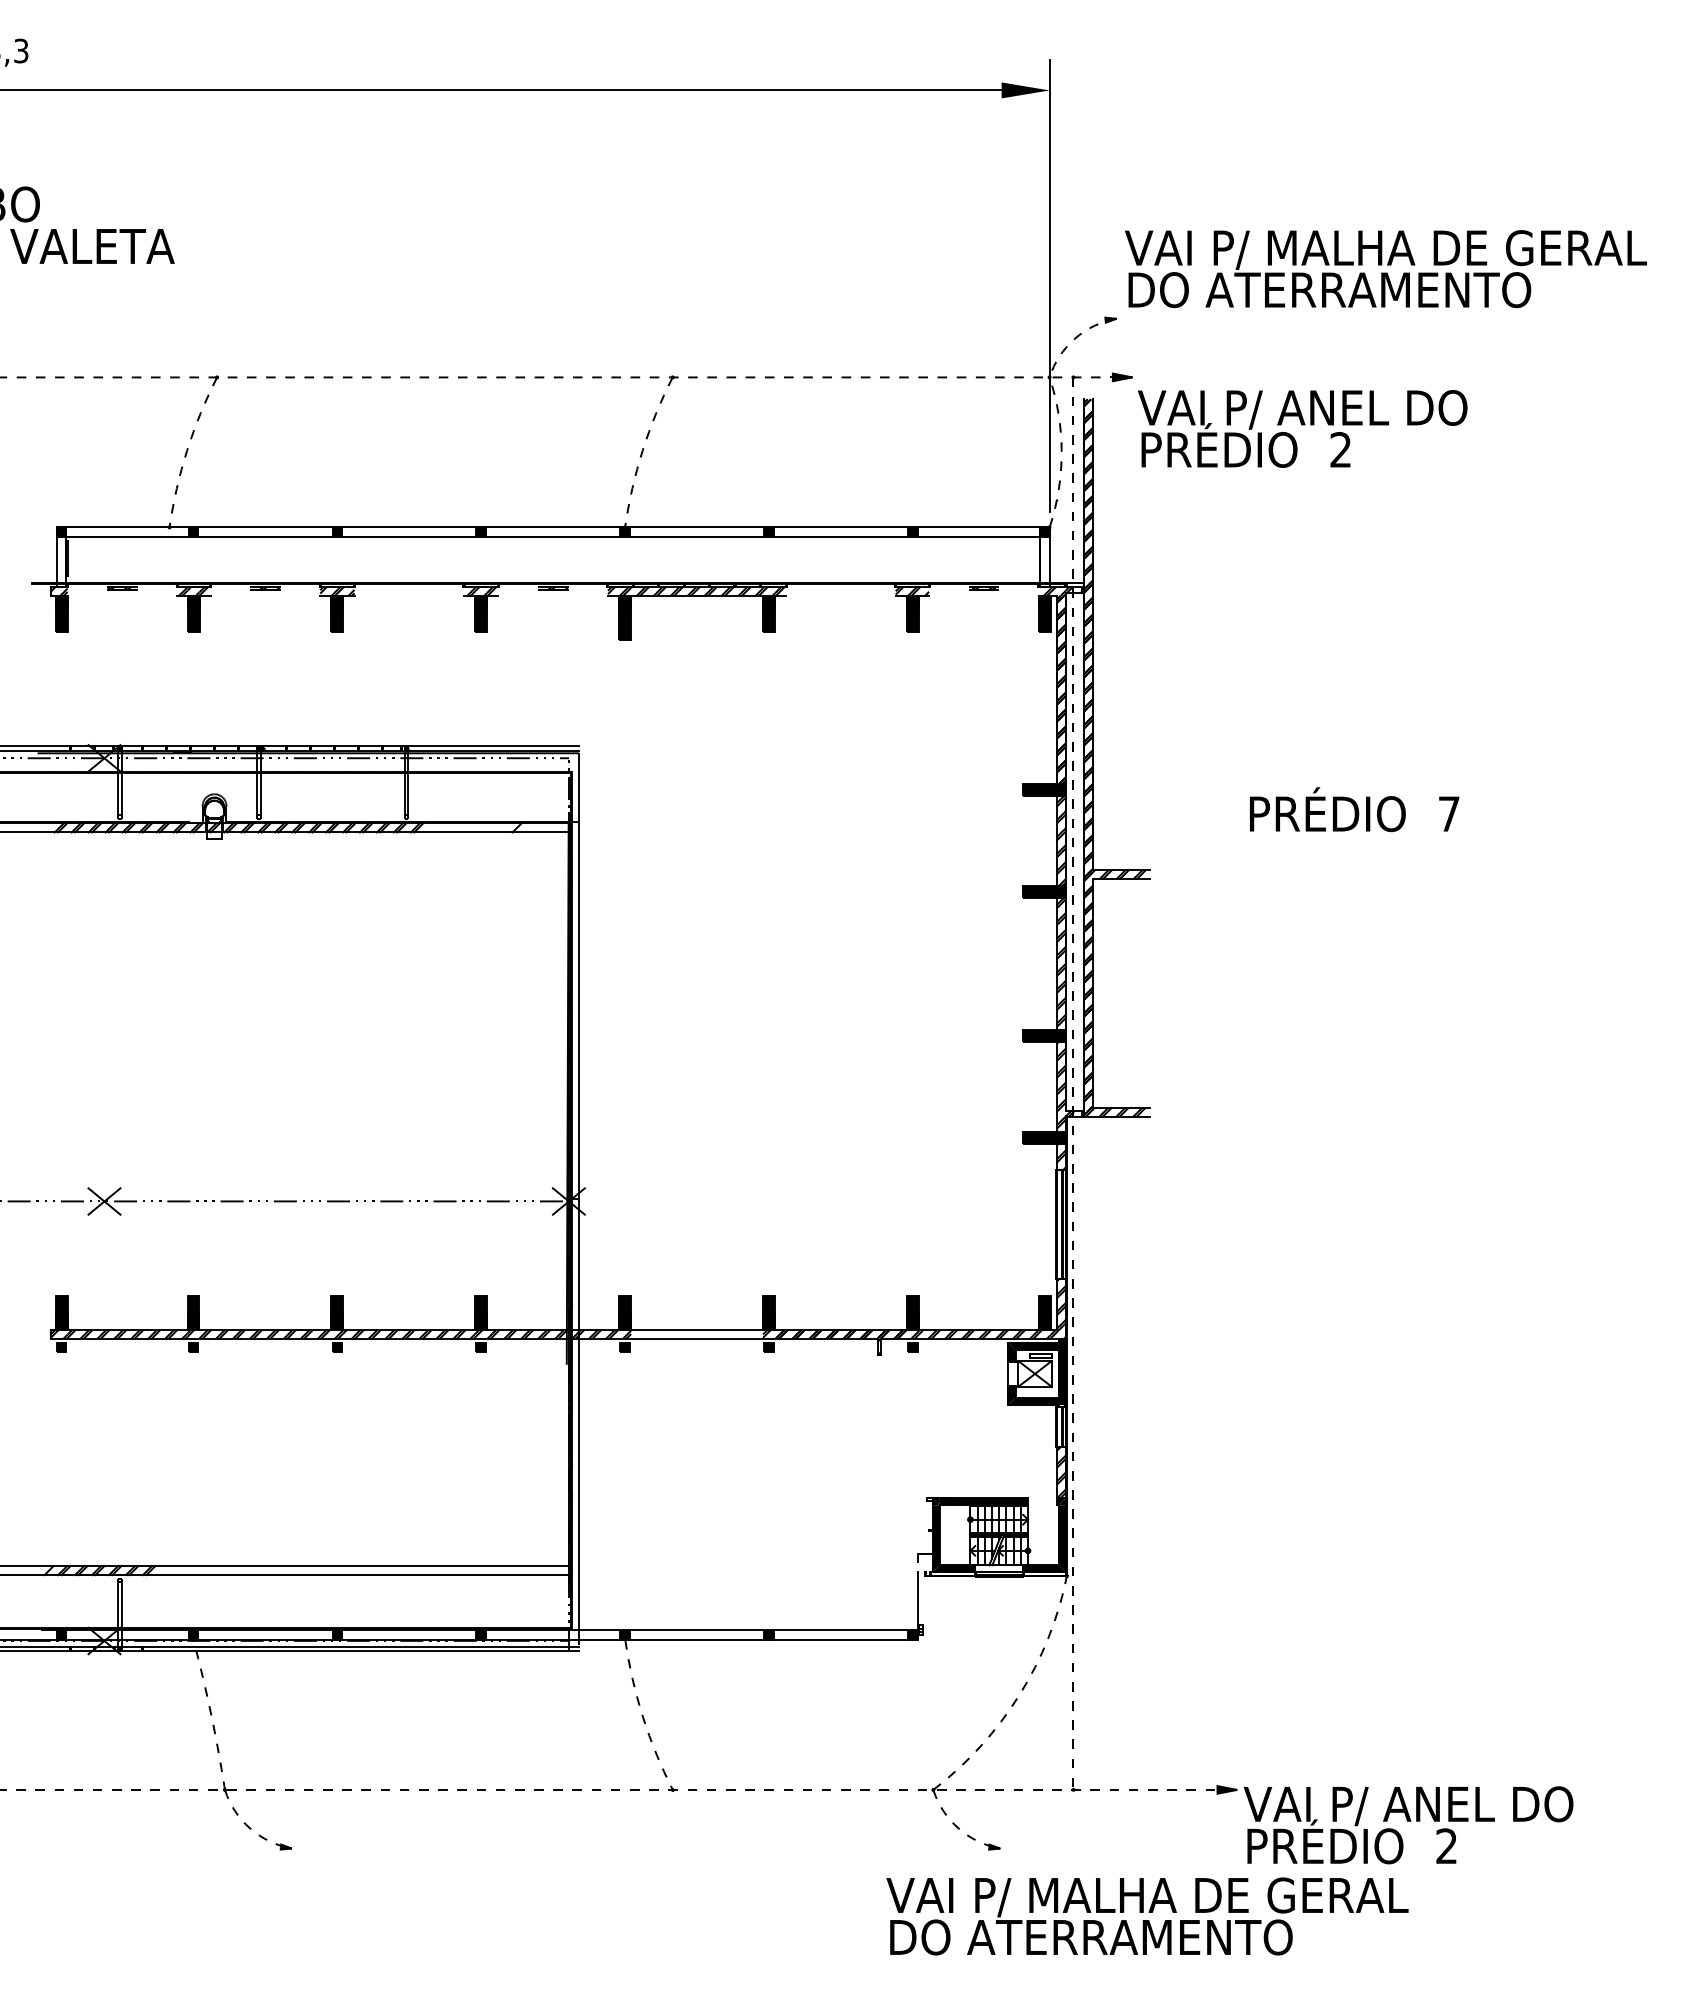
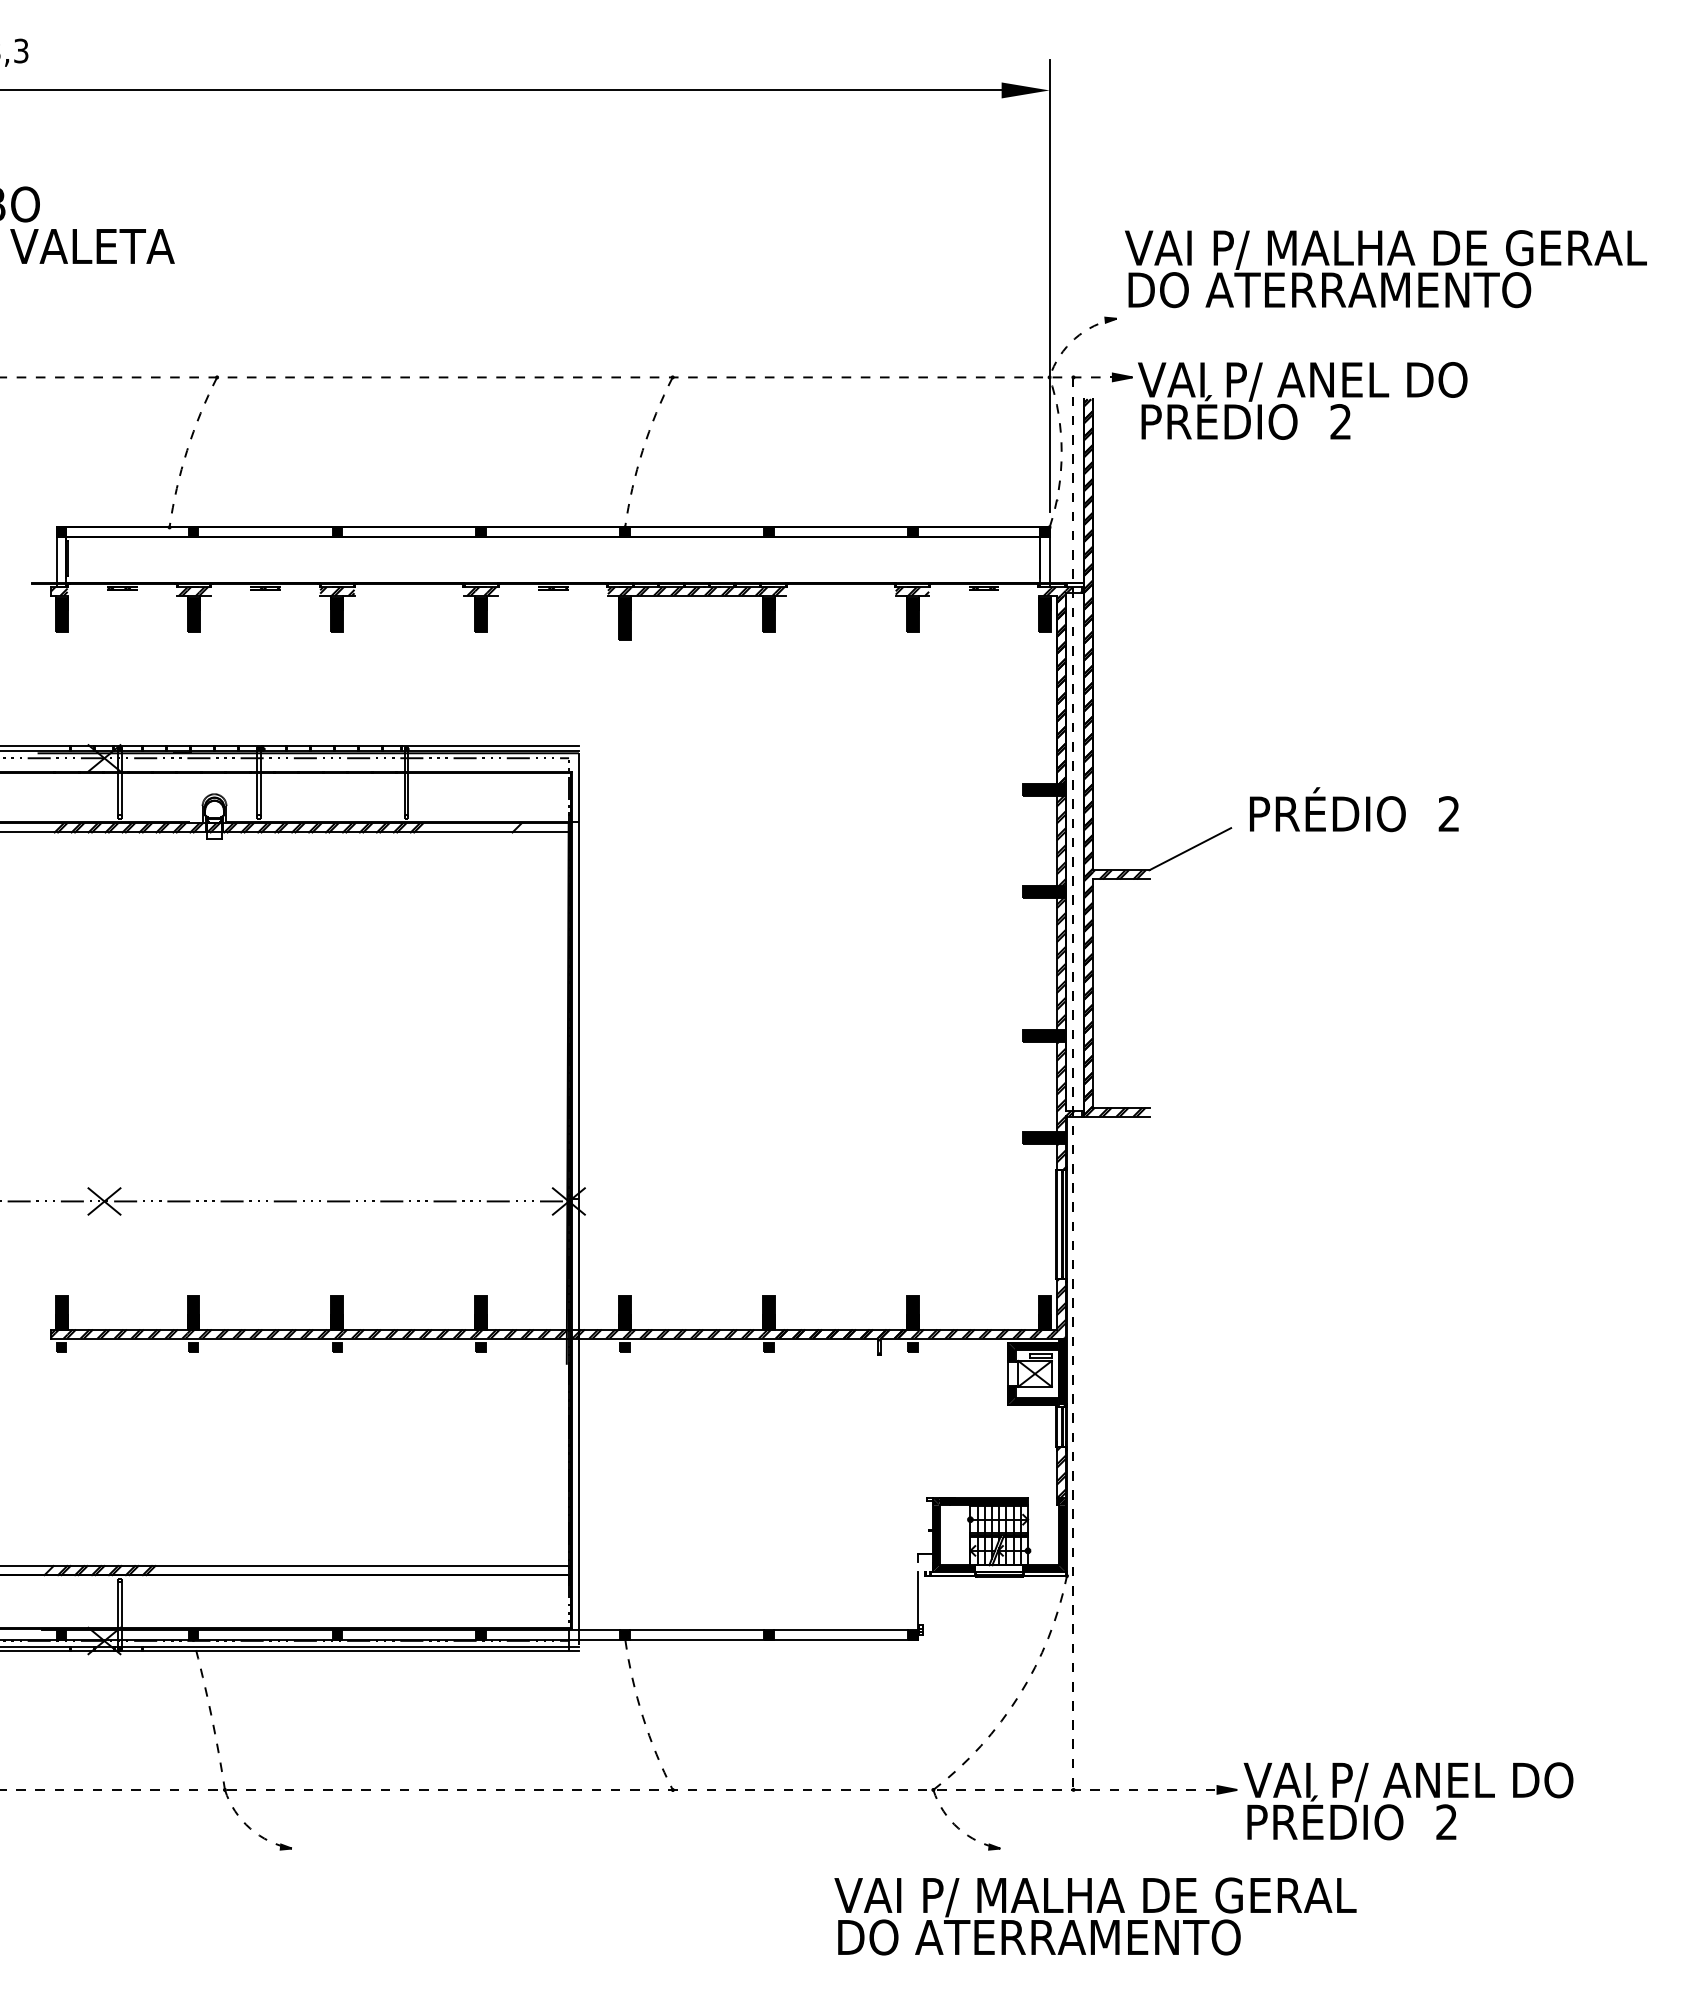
text at (1302, 428) position: (1302, 428) -> (1302, 400)
text at (1448, 813): 7 -> 2
line at (1190, 849): none -> present
hatch at (697, 1333): none -> present
text at (1408, 1825) position: (1408, 1825) -> (1408, 1801)
text at (1147, 1916) position: (1147, 1916) -> (1095, 1916)
